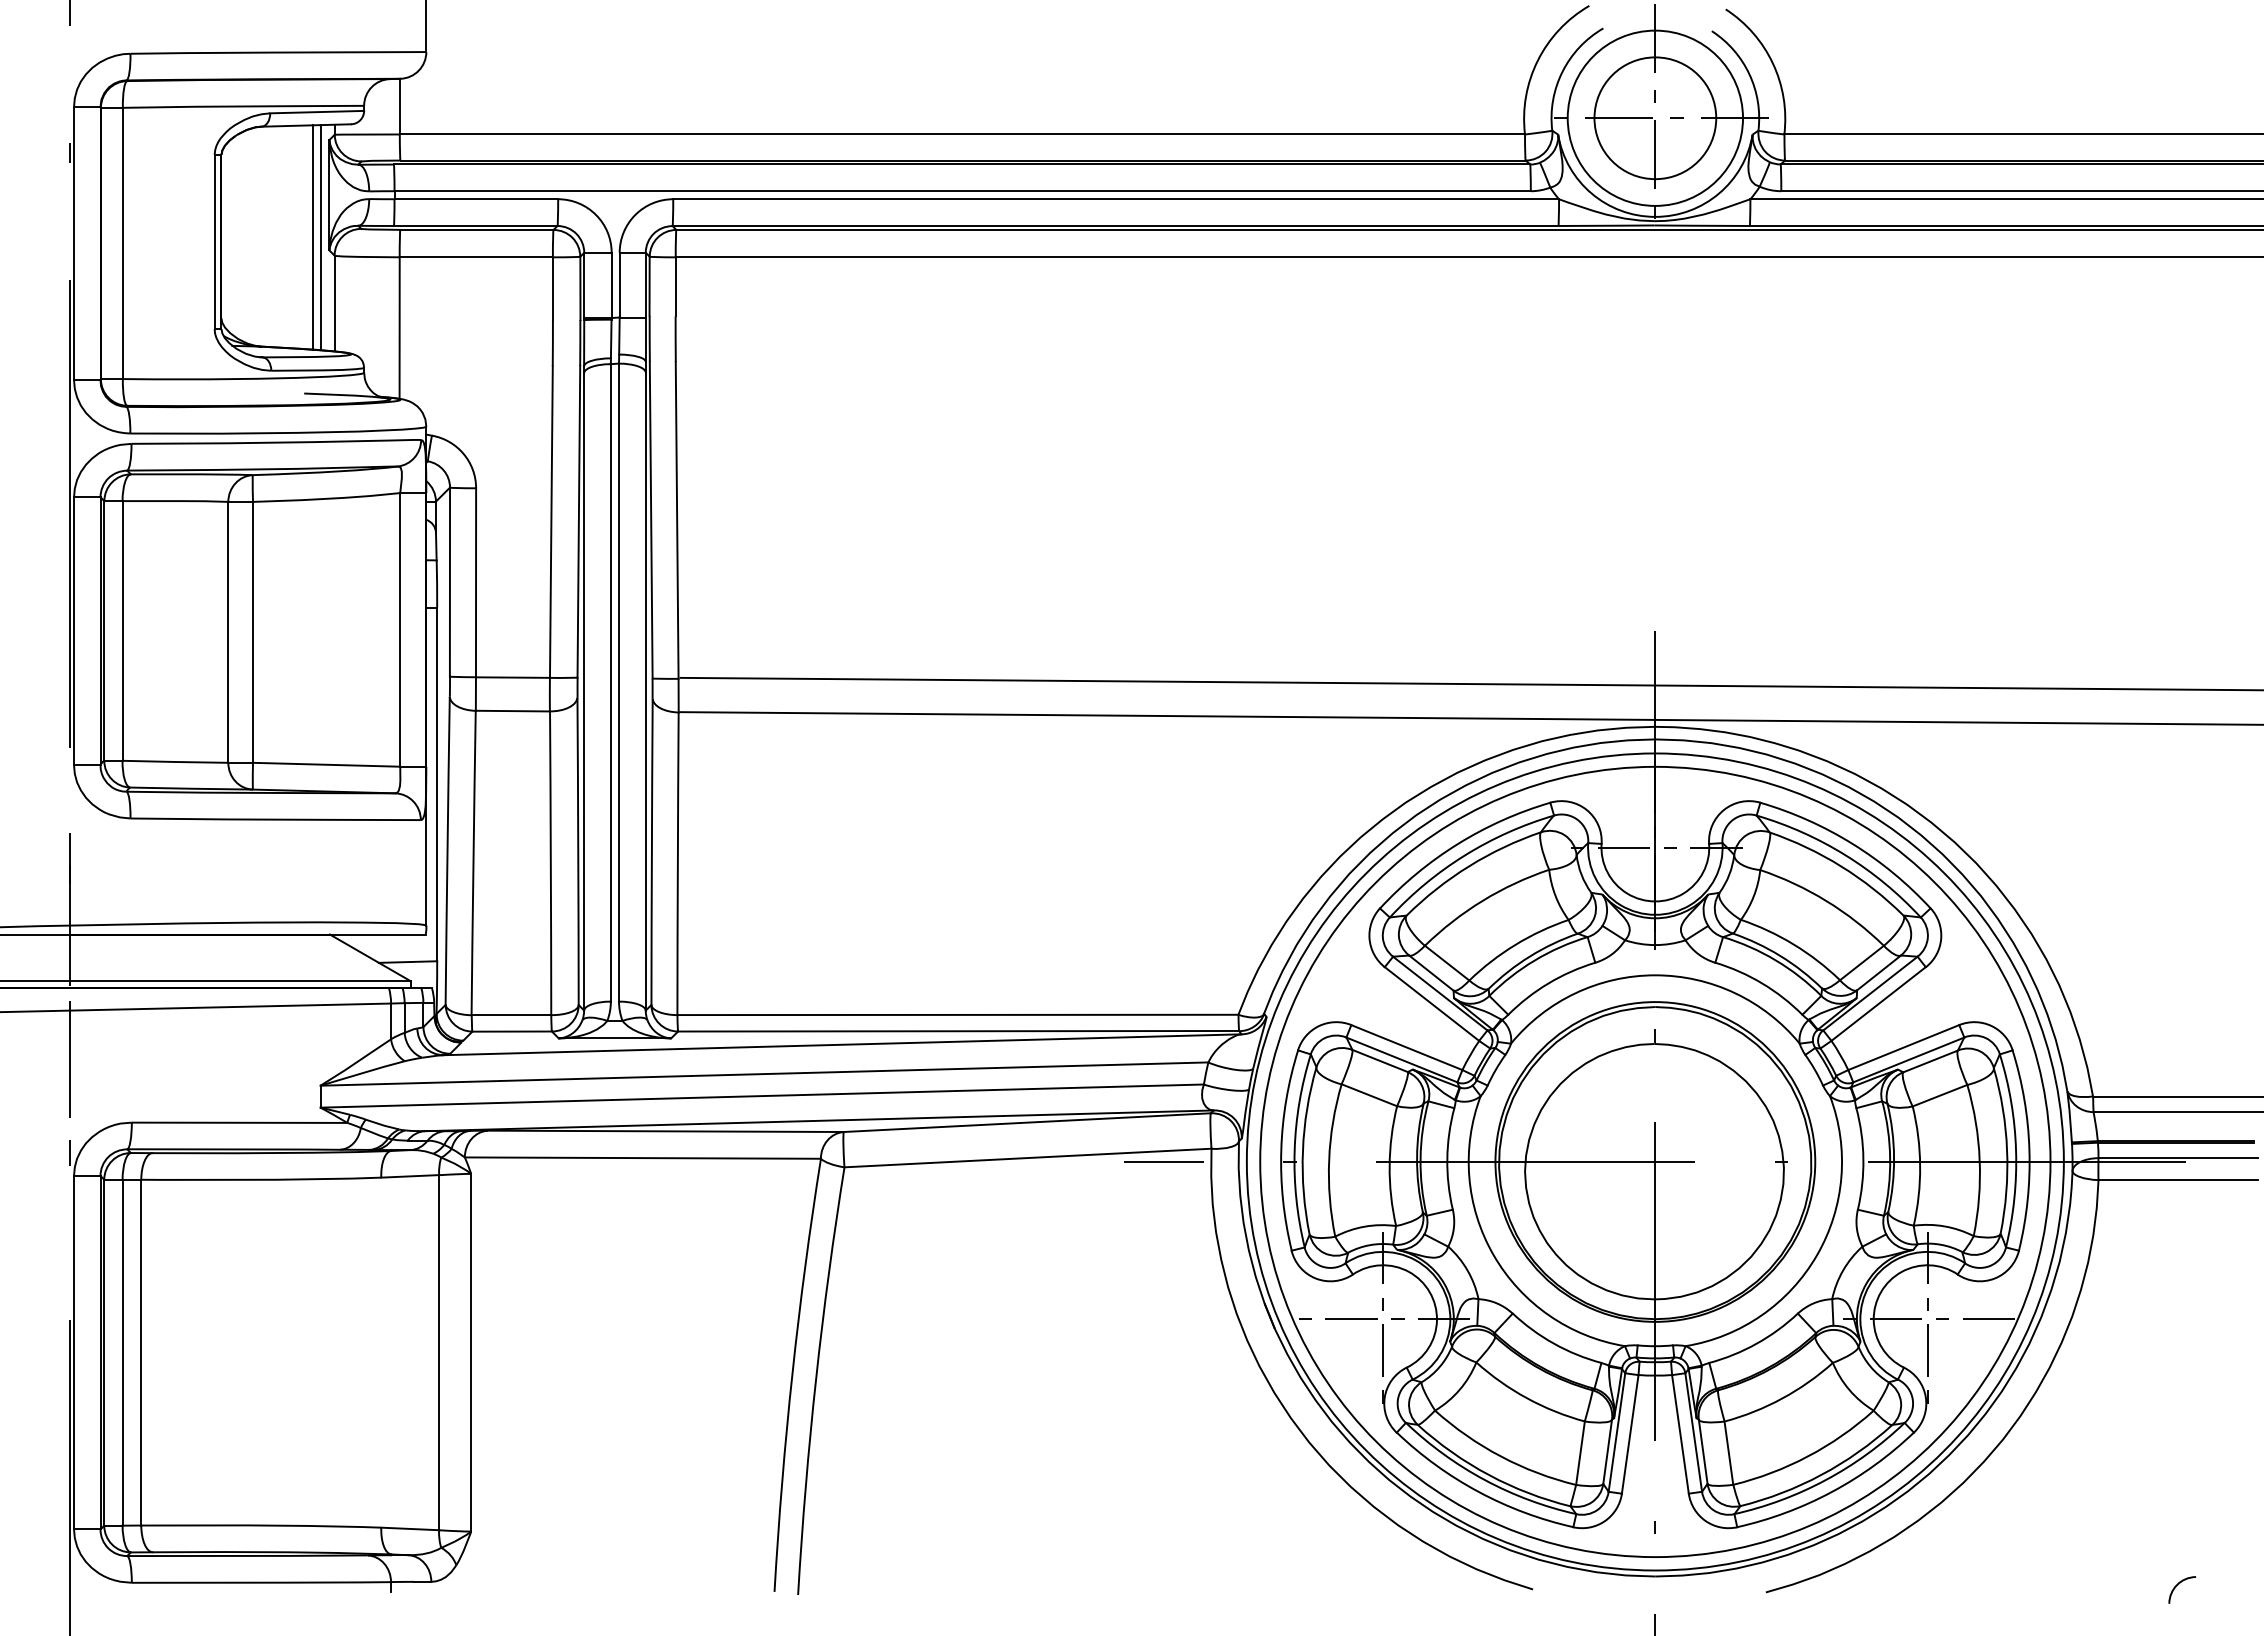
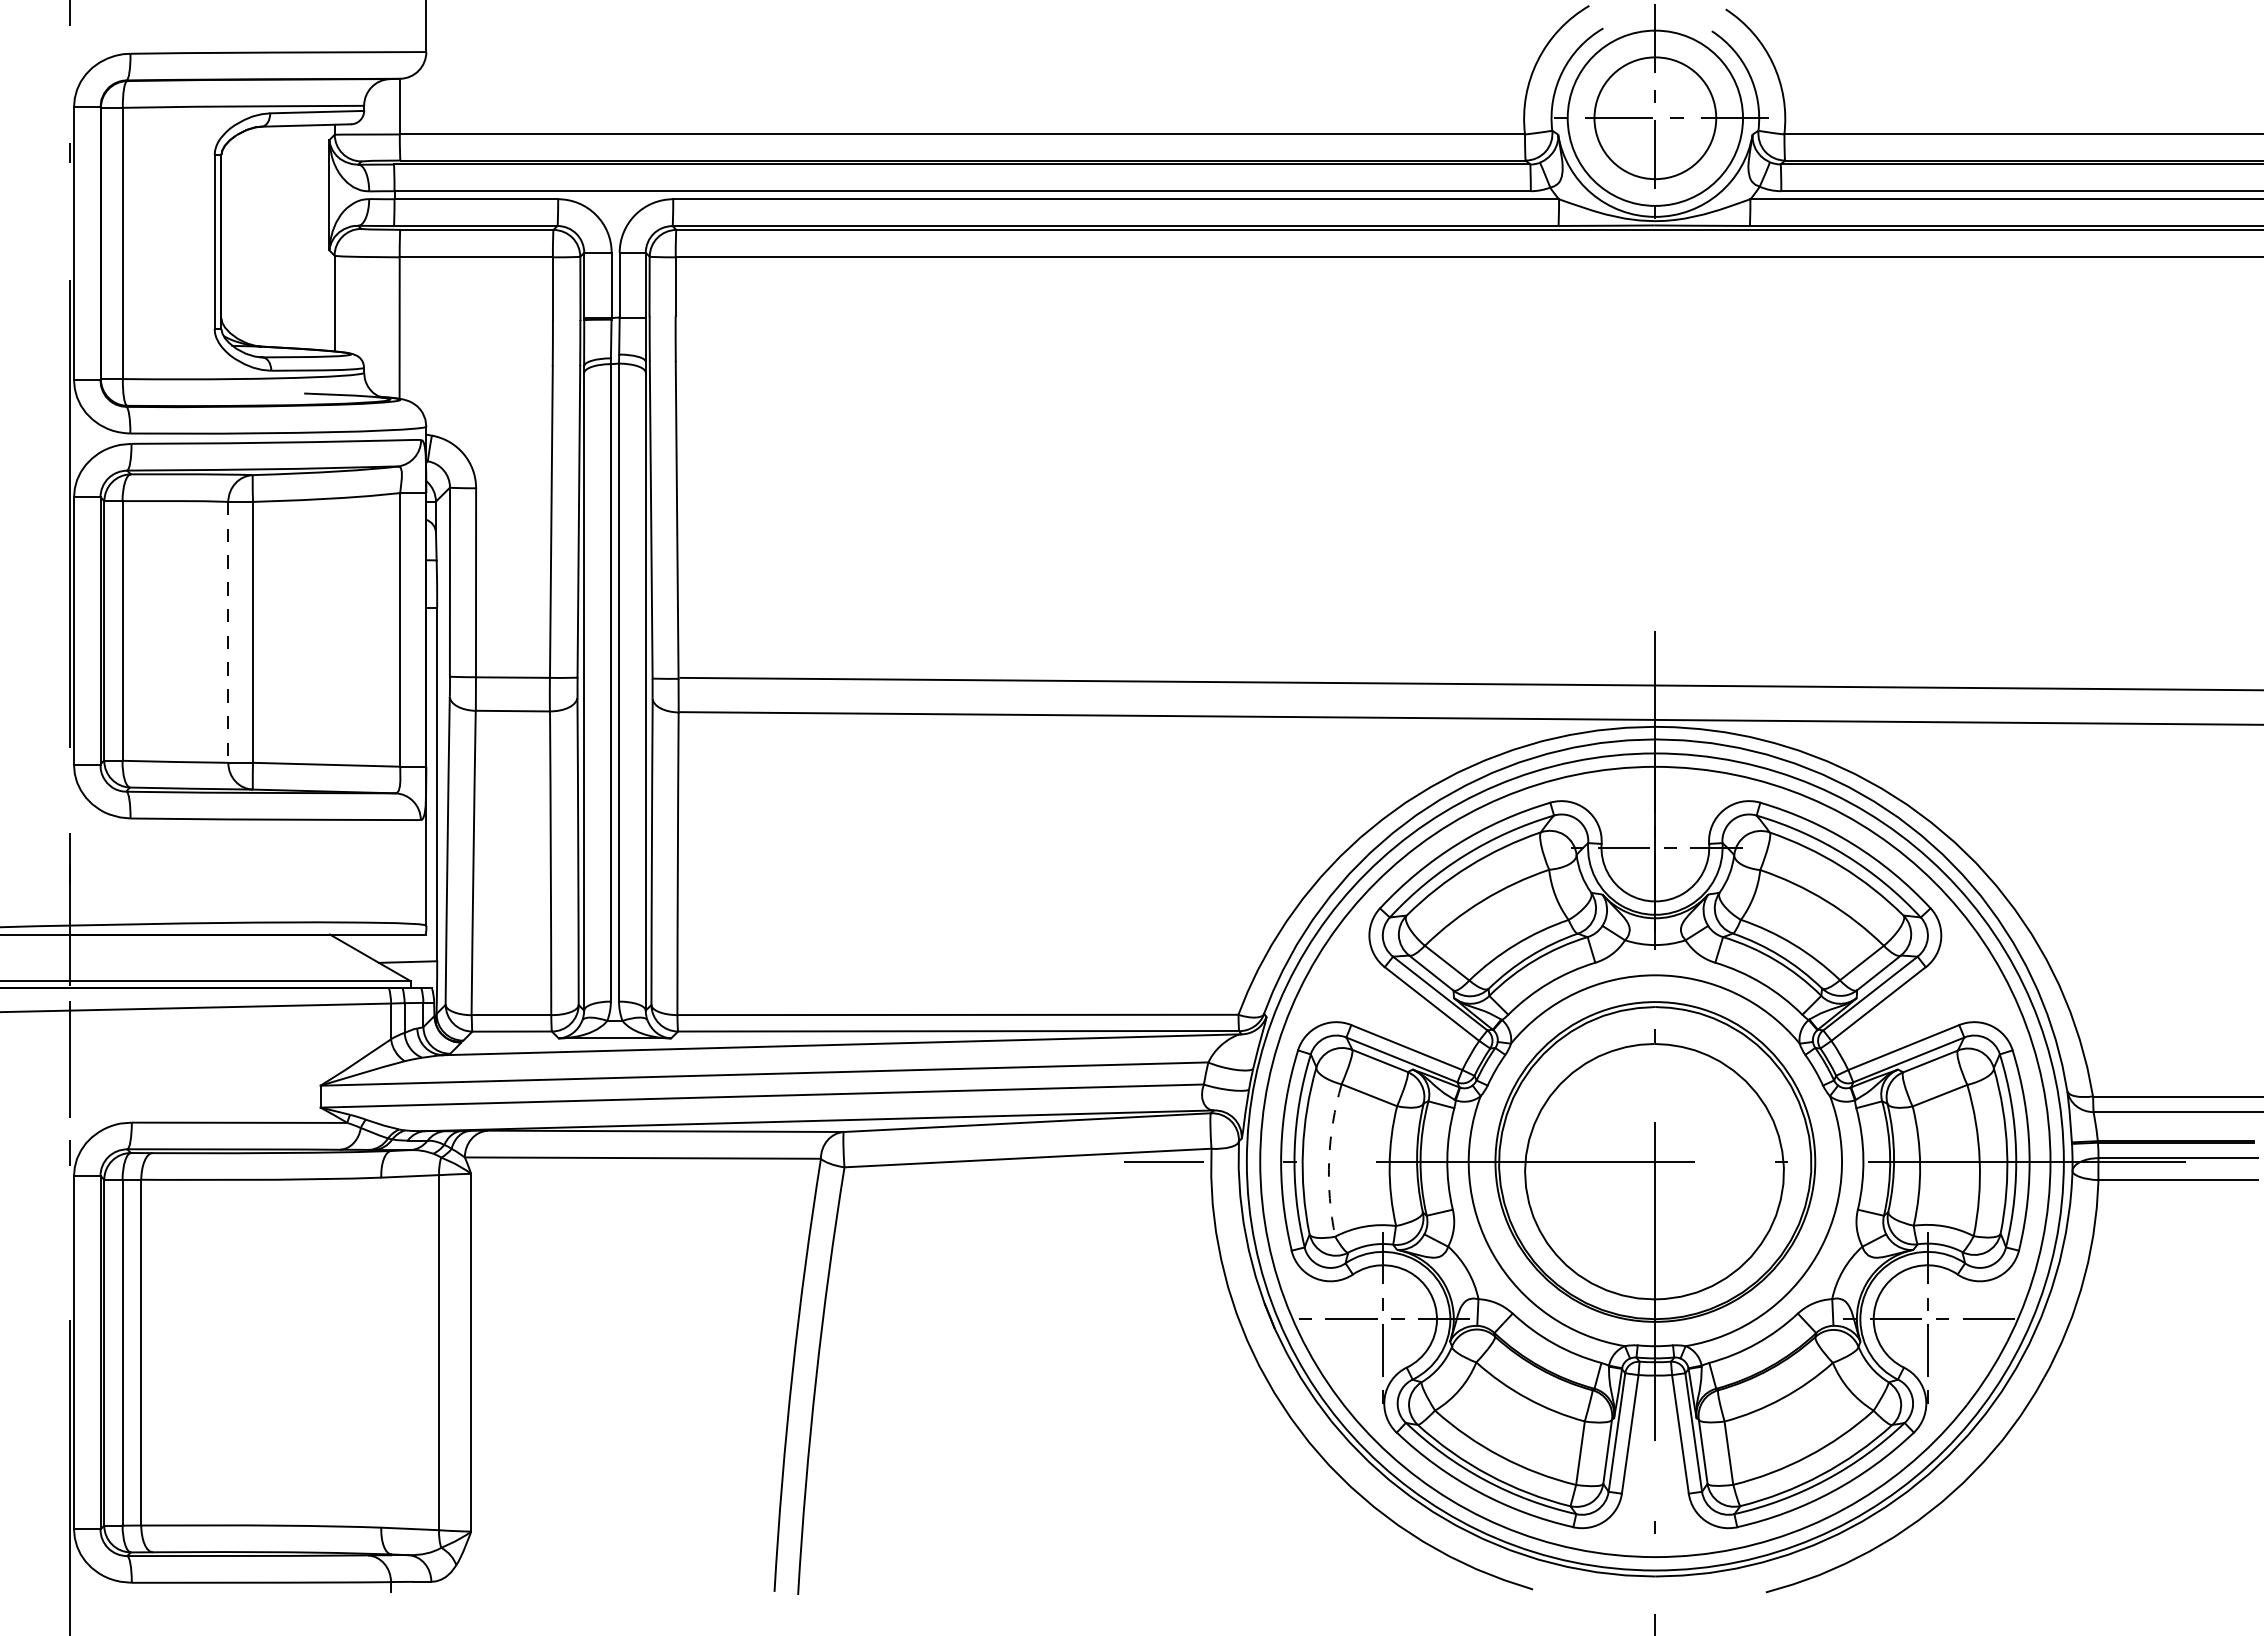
line at (313, 237): present -> none
line at (321, 237): present -> none
line at (228, 632): solid -> dashed
arc at (1329, 1160): solid -> dashed
arc at (2178, 1585): present -> none
